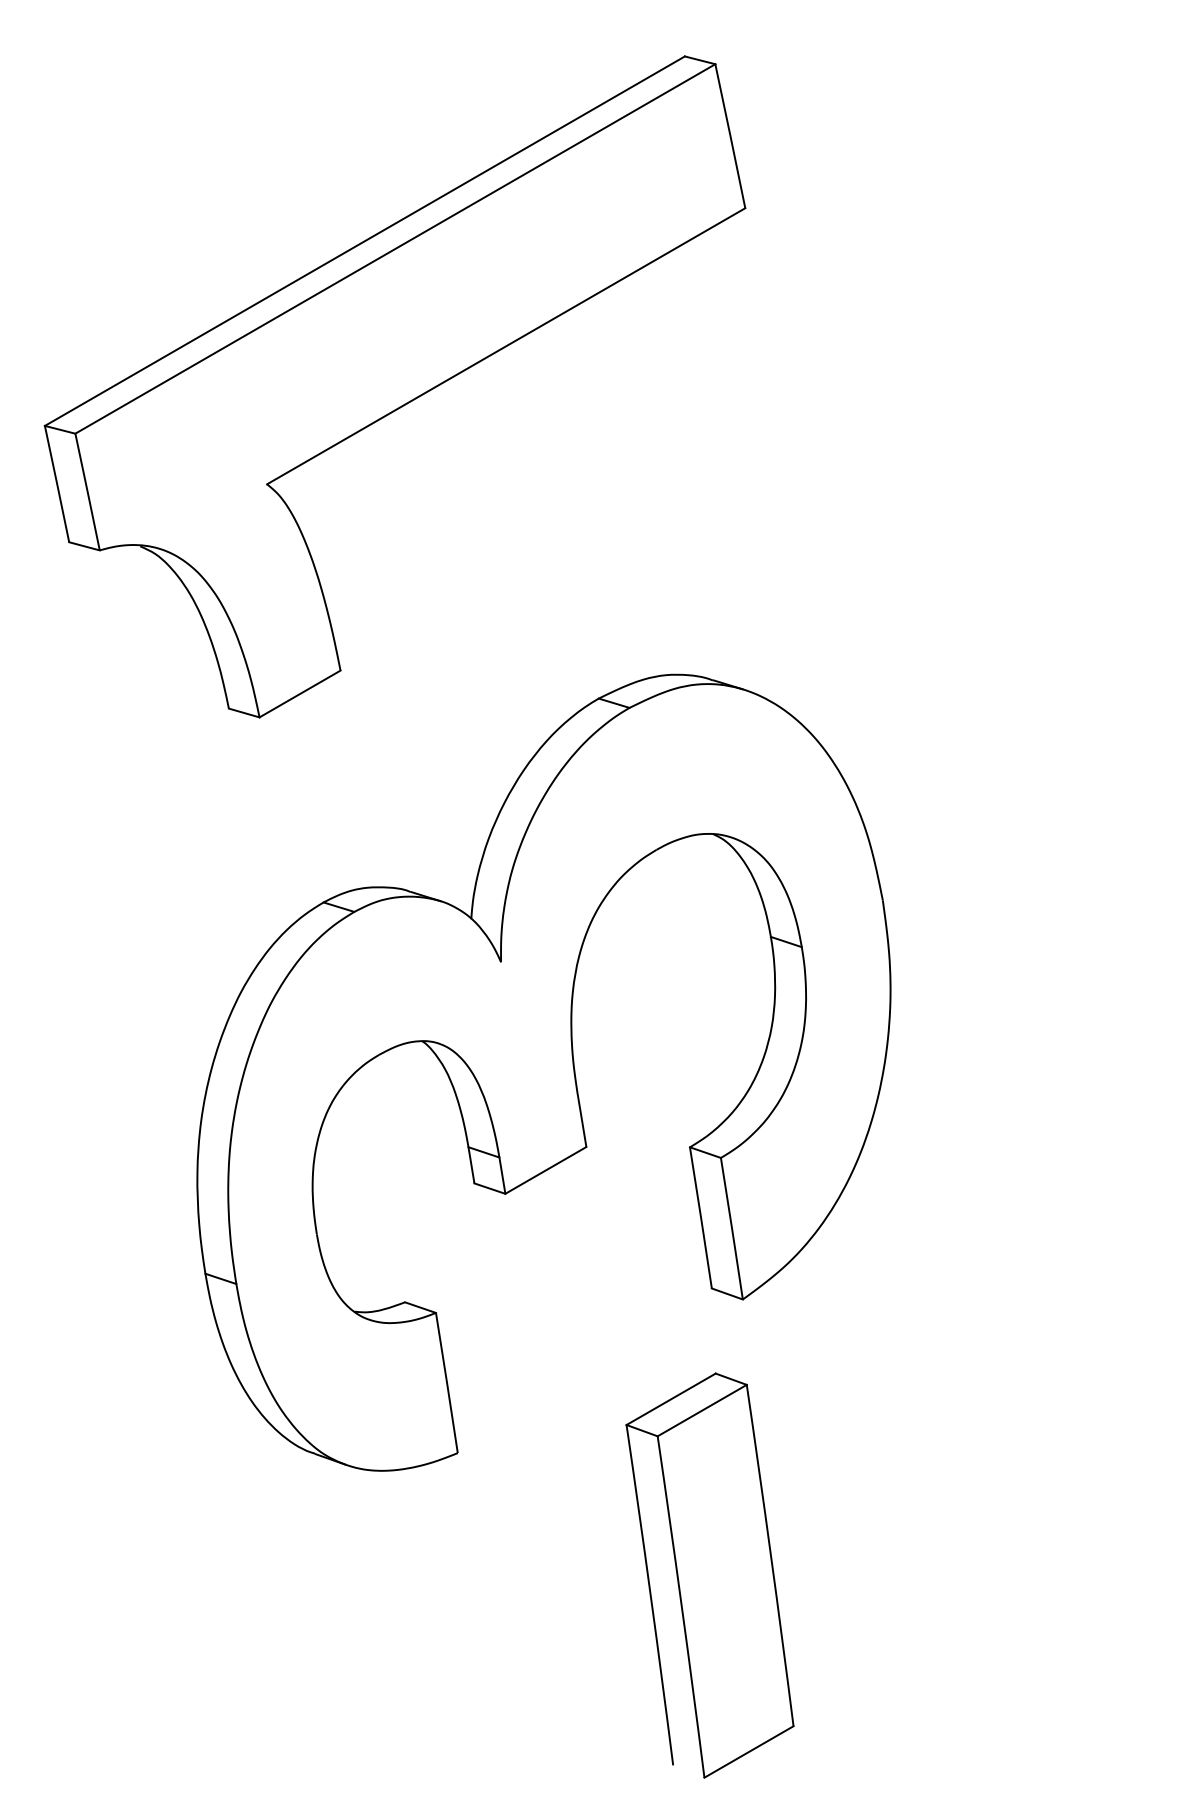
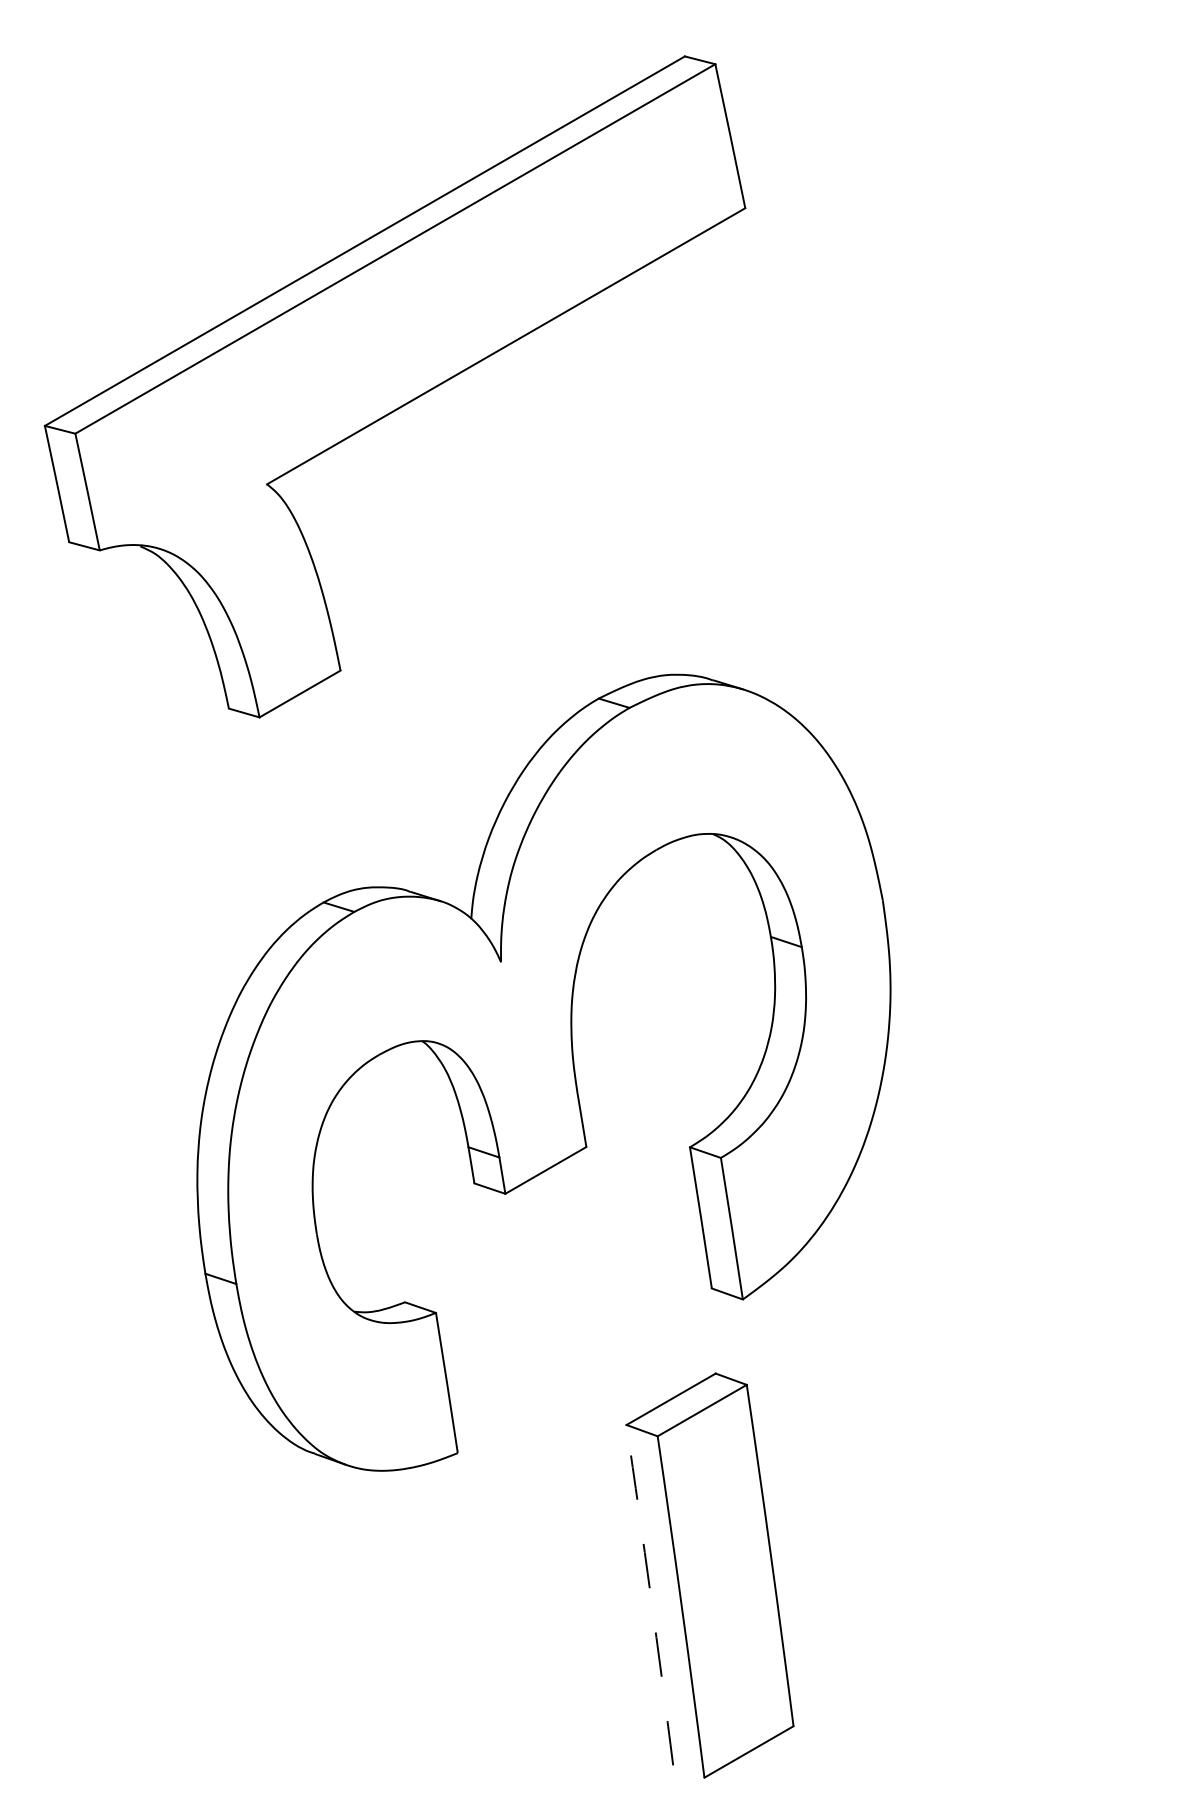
arc at (650, 1595): solid -> dashed
